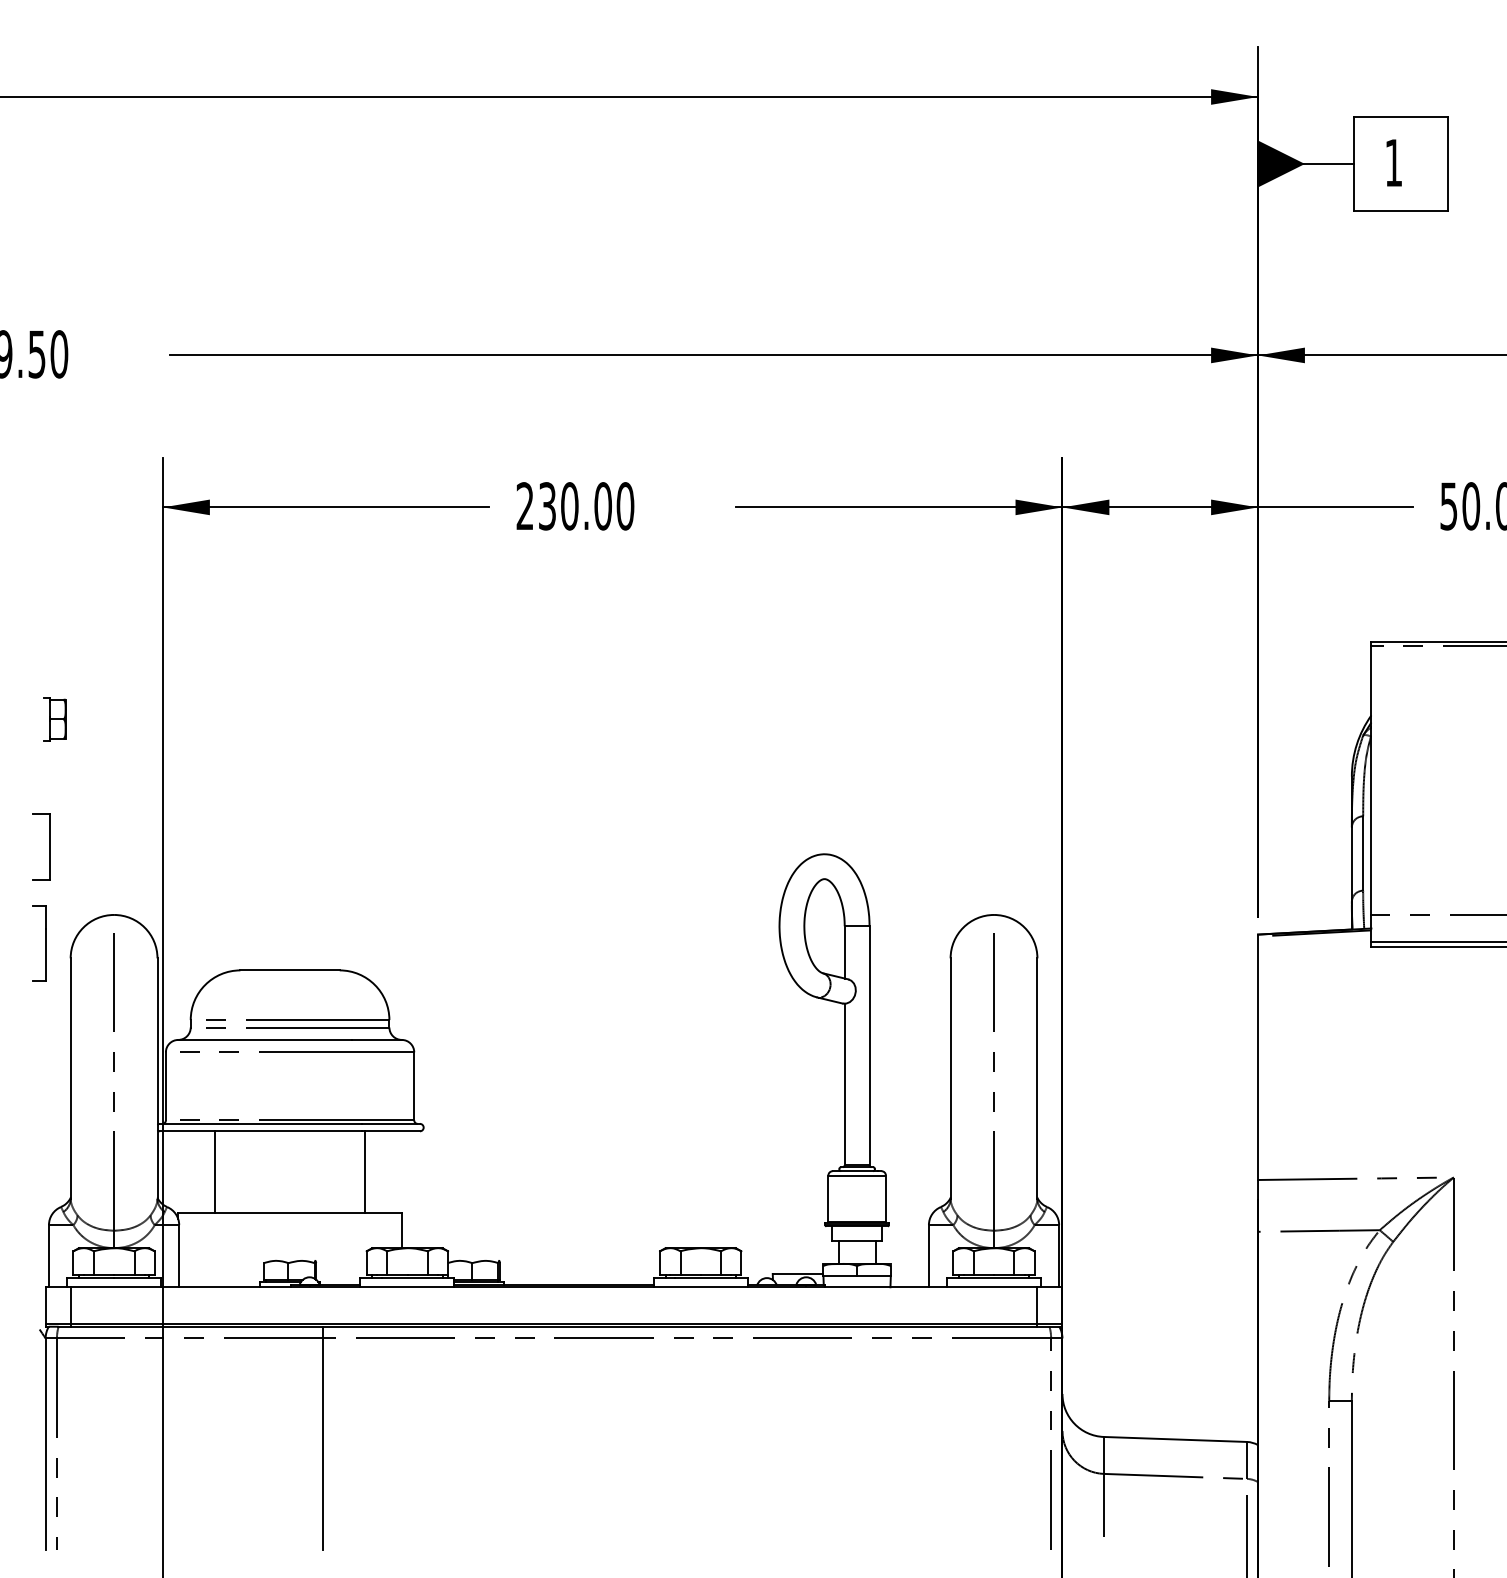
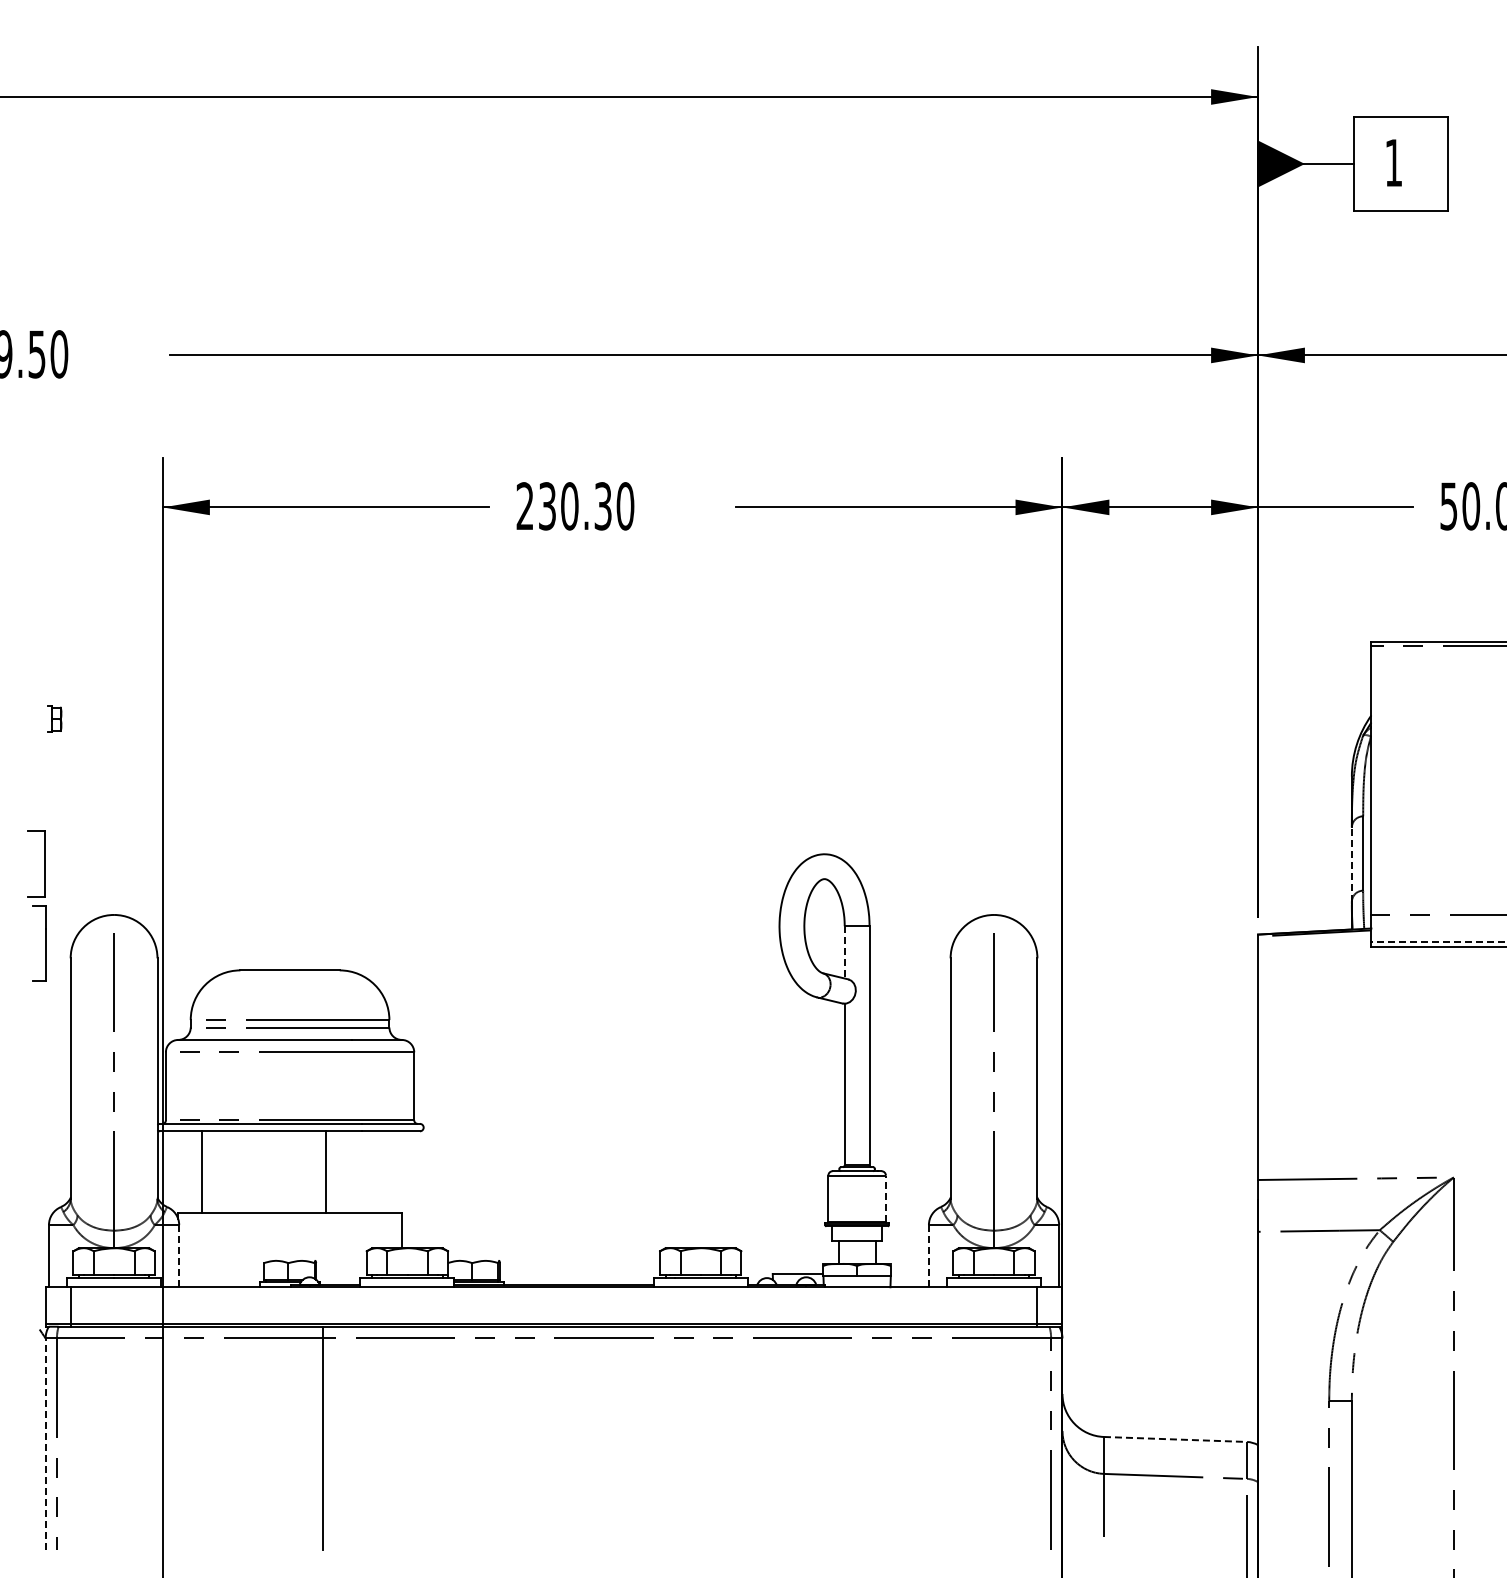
text at (602, 506): 230.00 -> 230.30
part at (54, 719) size: 24x45 px -> 16x28 px
part at (49, 846) position: (49, 846) -> (44, 863)
line at (1351, 864): solid -> dashed
line at (1438, 942): solid -> dashed
line at (844, 952): solid -> dashed
line at (215, 1171) position: (215, 1171) -> (202, 1171)
line at (364, 1171) position: (364, 1171) -> (325, 1171)
line at (885, 1198): solid -> dashed
line at (179, 1255): solid -> dashed
line at (928, 1256): solid -> dashed
line at (1175, 1439): solid -> dashed
line at (45, 1444): solid -> dashed
